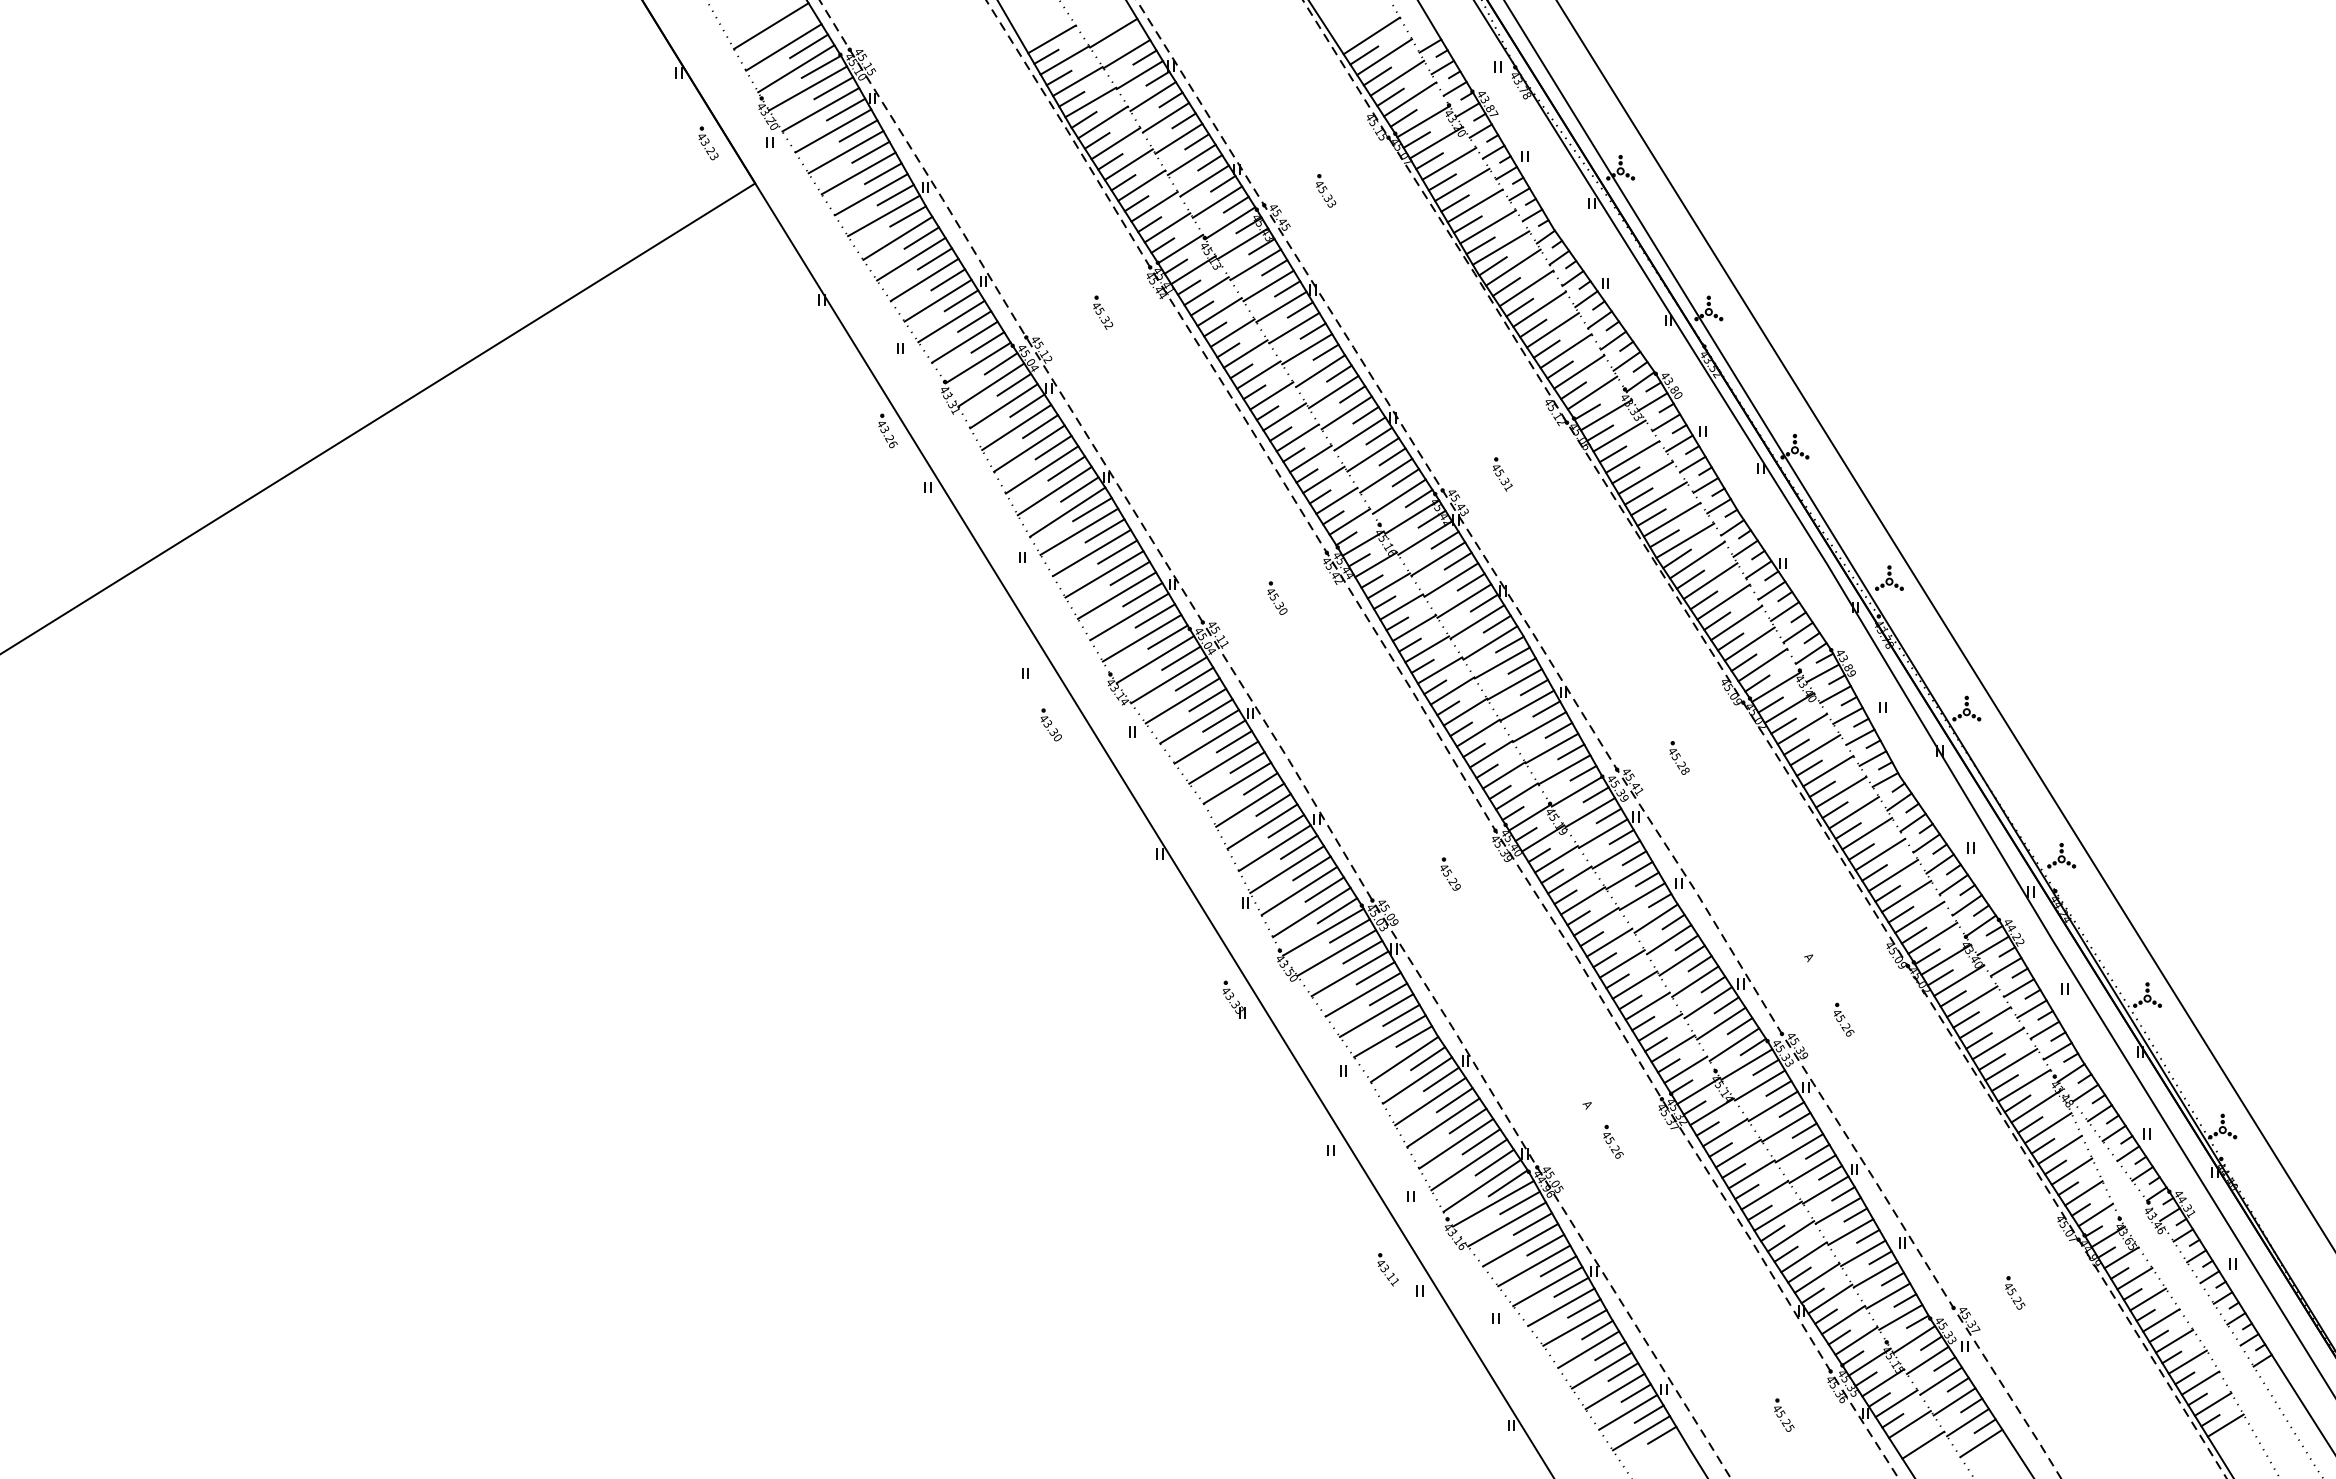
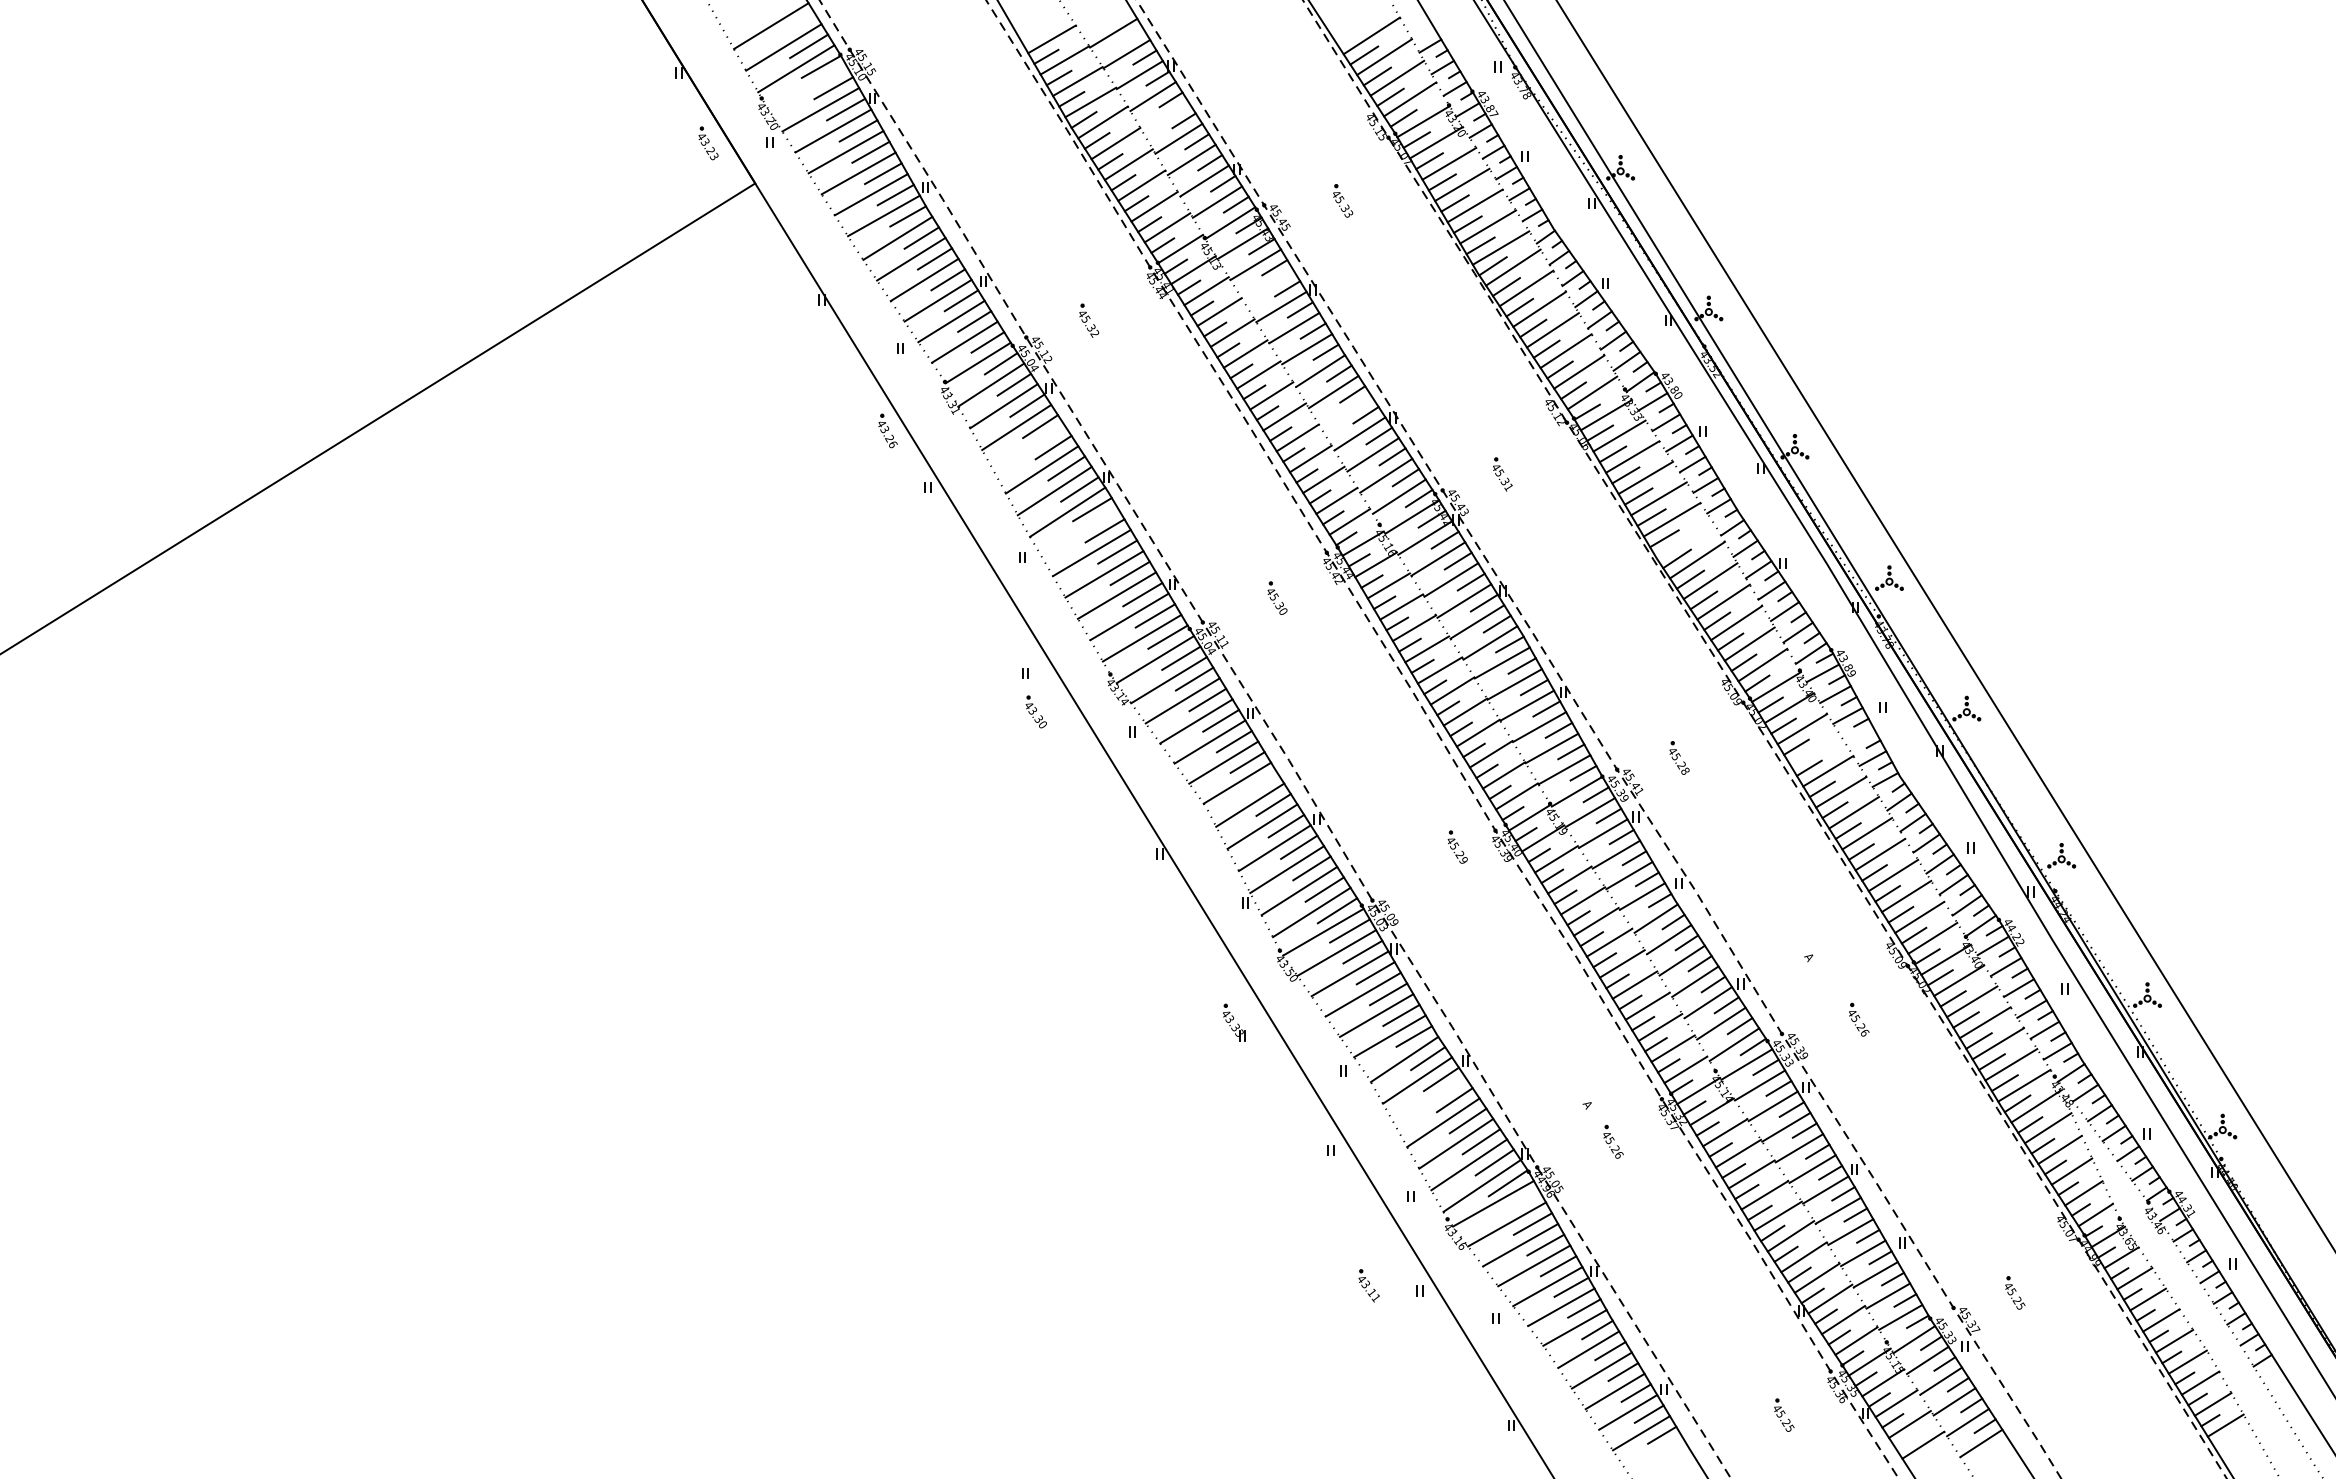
line at (808, 88): present -> none
line at (1165, 117): present -> none
part at (1326, 190) position: (1326, 190) -> (1343, 200)
line at (1268, 285): present -> none
part at (1103, 312) position: (1103, 312) -> (1089, 320)
line at (1346, 412): present -> none
line at (1029, 448): present -> none
line at (1079, 531): present -> none
line at (1685, 540): present -> none
part at (1050, 724) position: (1050, 724) -> (1035, 711)
line at (1860, 736): present -> none
line at (1815, 750): present -> none
line at (1260, 783): present -> none
part at (1450, 873) position: (1450, 873) -> (1457, 846)
part at (1234, 999) position: (1234, 999) -> (1234, 1022)
part at (1844, 1019) position: (1844, 1019) -> (1859, 1019)
line at (1430, 1101): present -> none
line at (1519, 1202): present -> none
part at (1387, 1269) position: (1387, 1269) -> (1368, 1285)
